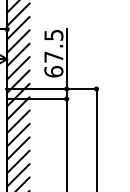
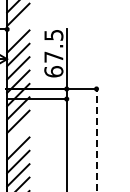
line at (18, 28): present -> none
line at (18, 135): present -> none
line at (96, 139): solid -> dashed
